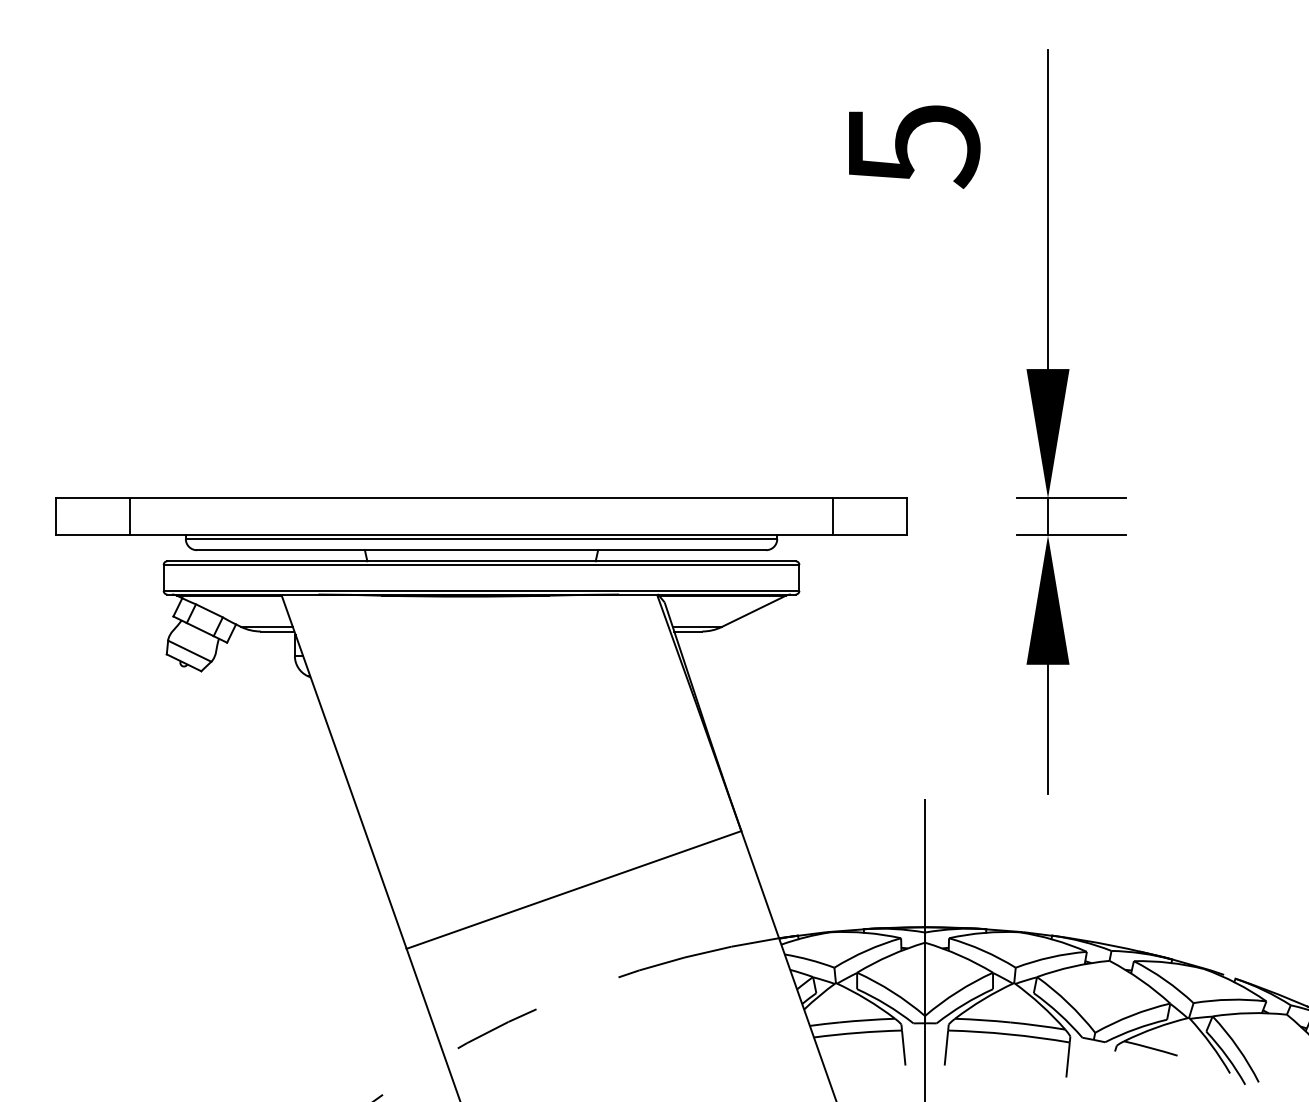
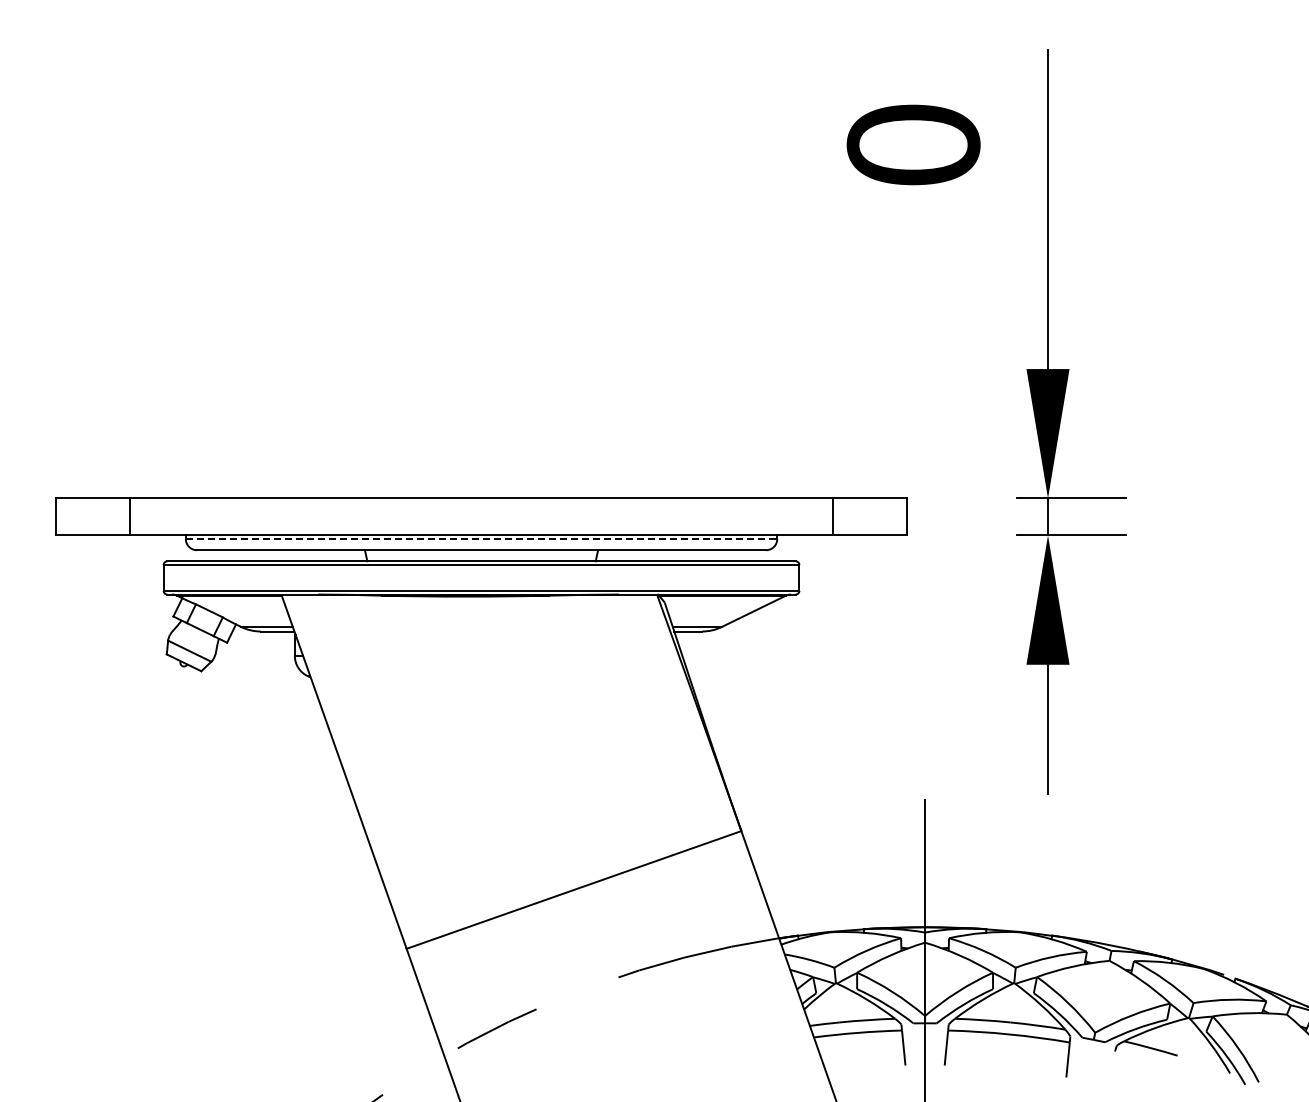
text at (913, 146): 5 -> 0
line at (481, 539): solid -> dashed
